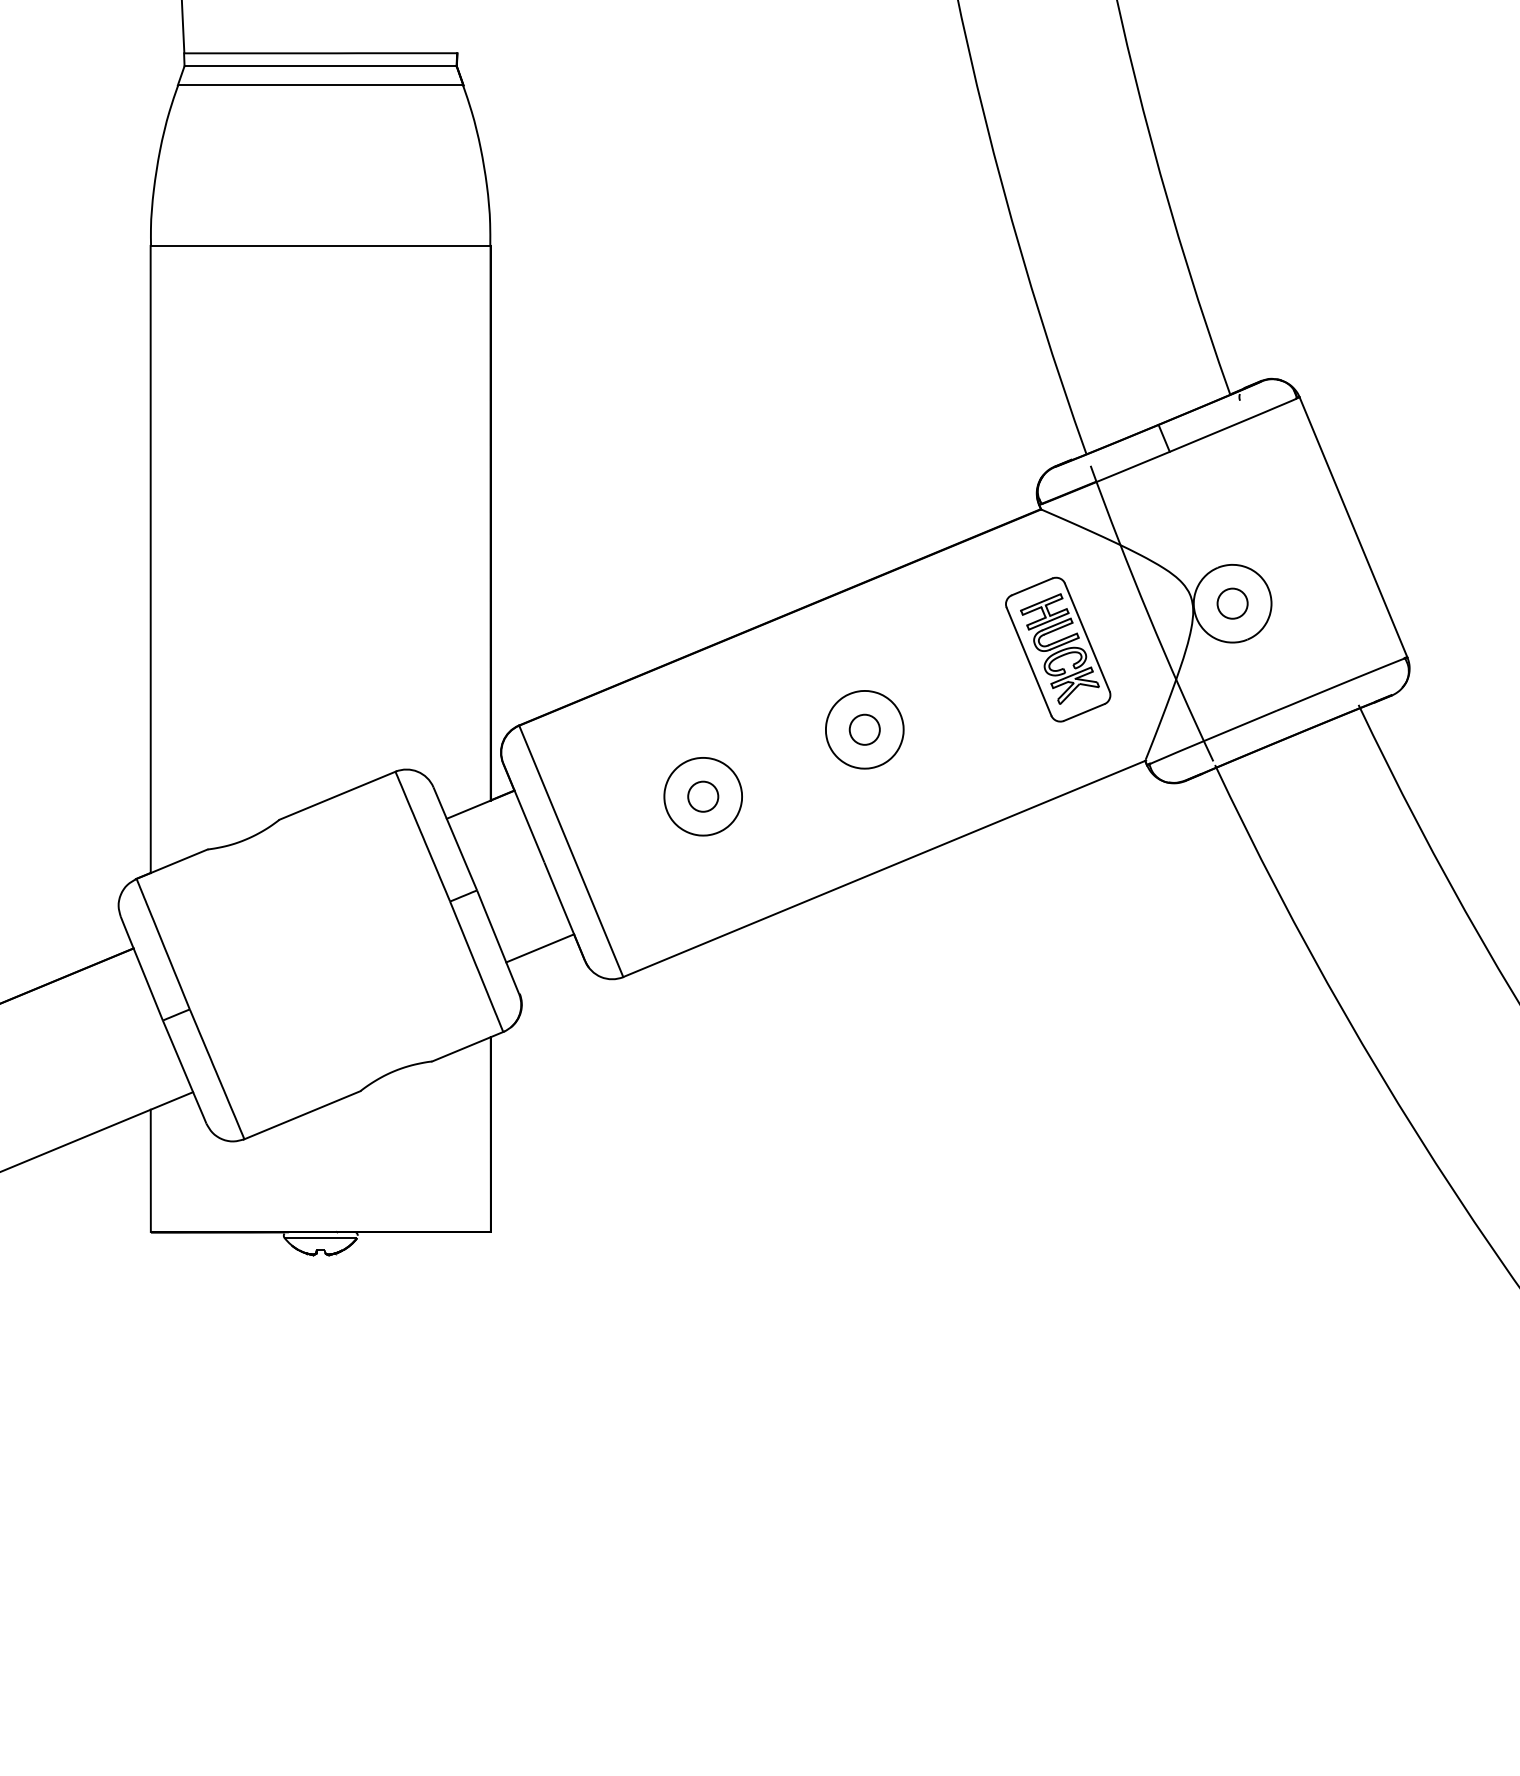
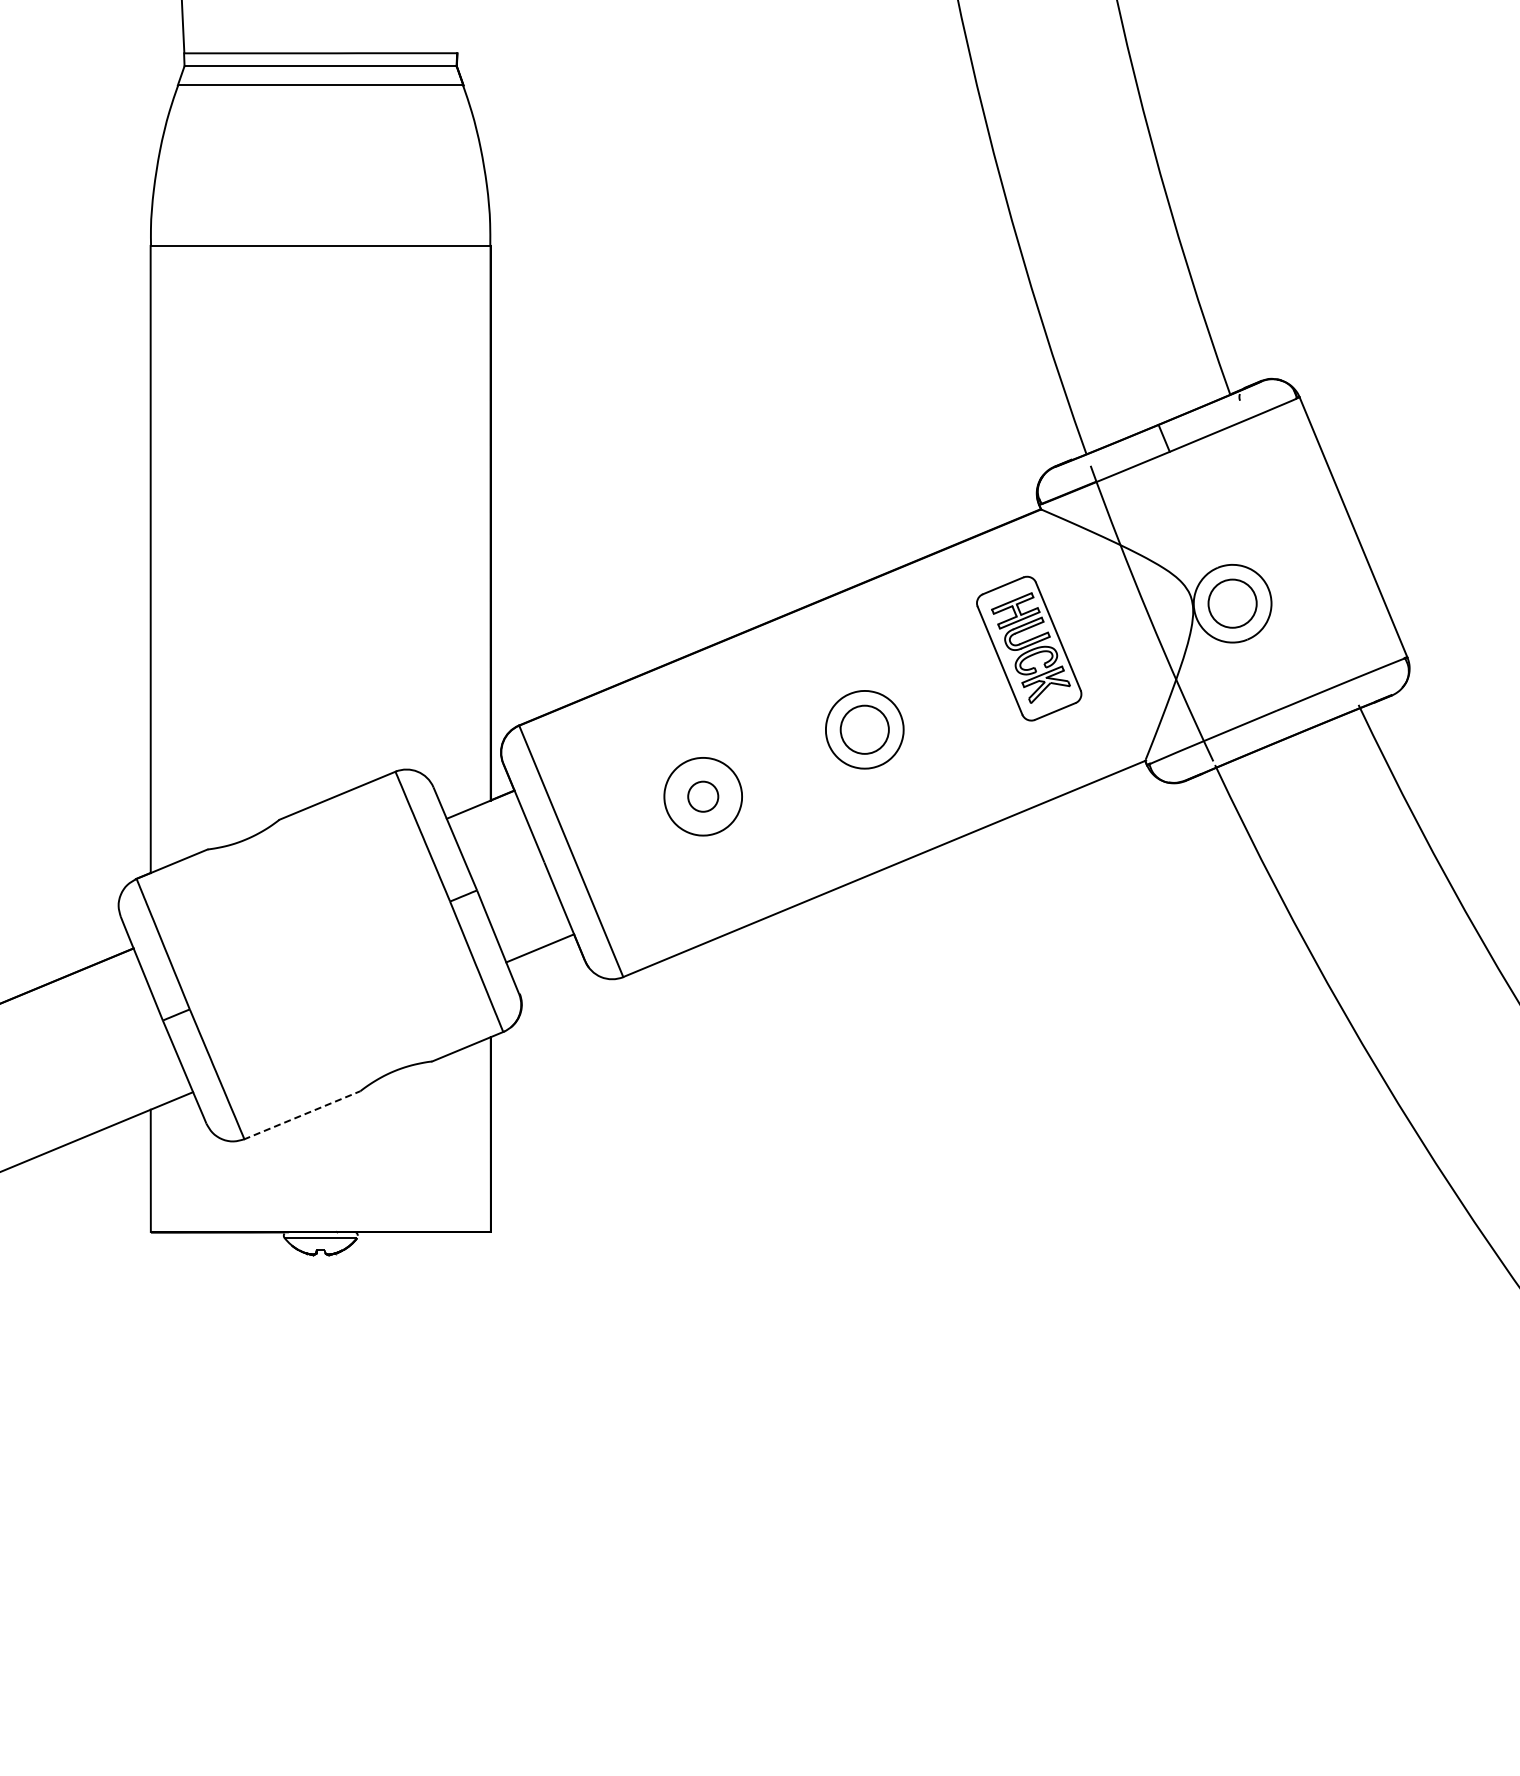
circle at (1232, 603) diameter: 30 px -> 48 px
part at (1058, 649) position: (1058, 649) -> (1029, 648)
circle at (864, 729) diameter: 30 px -> 48 px
line at (302, 1115): solid -> dashed
